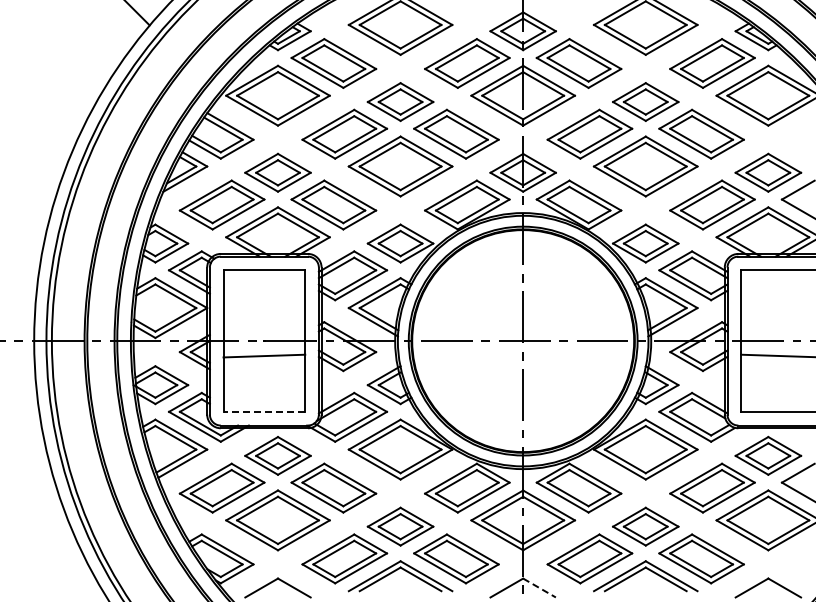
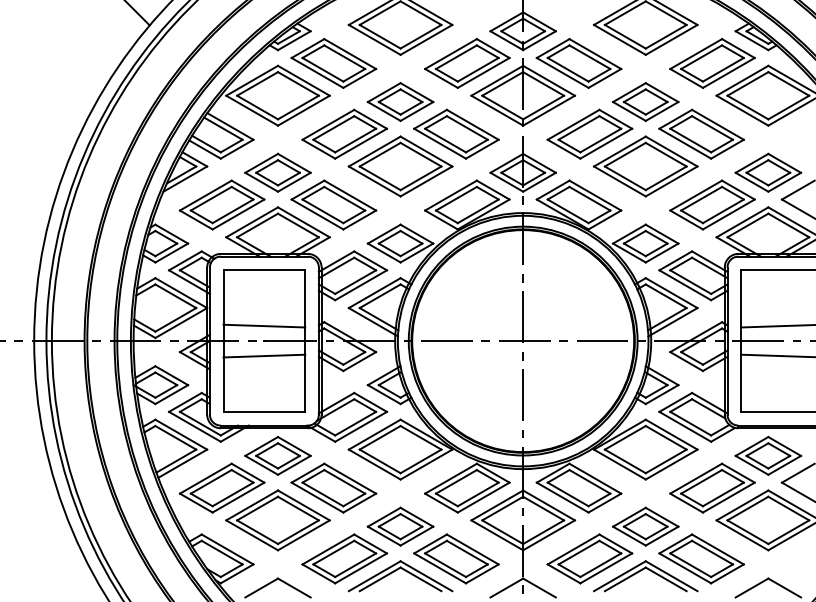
line at (264, 325): none -> present
line at (776, 326): none -> present
line at (264, 411): dashed -> solid
line at (539, 588): dashed -> solid
